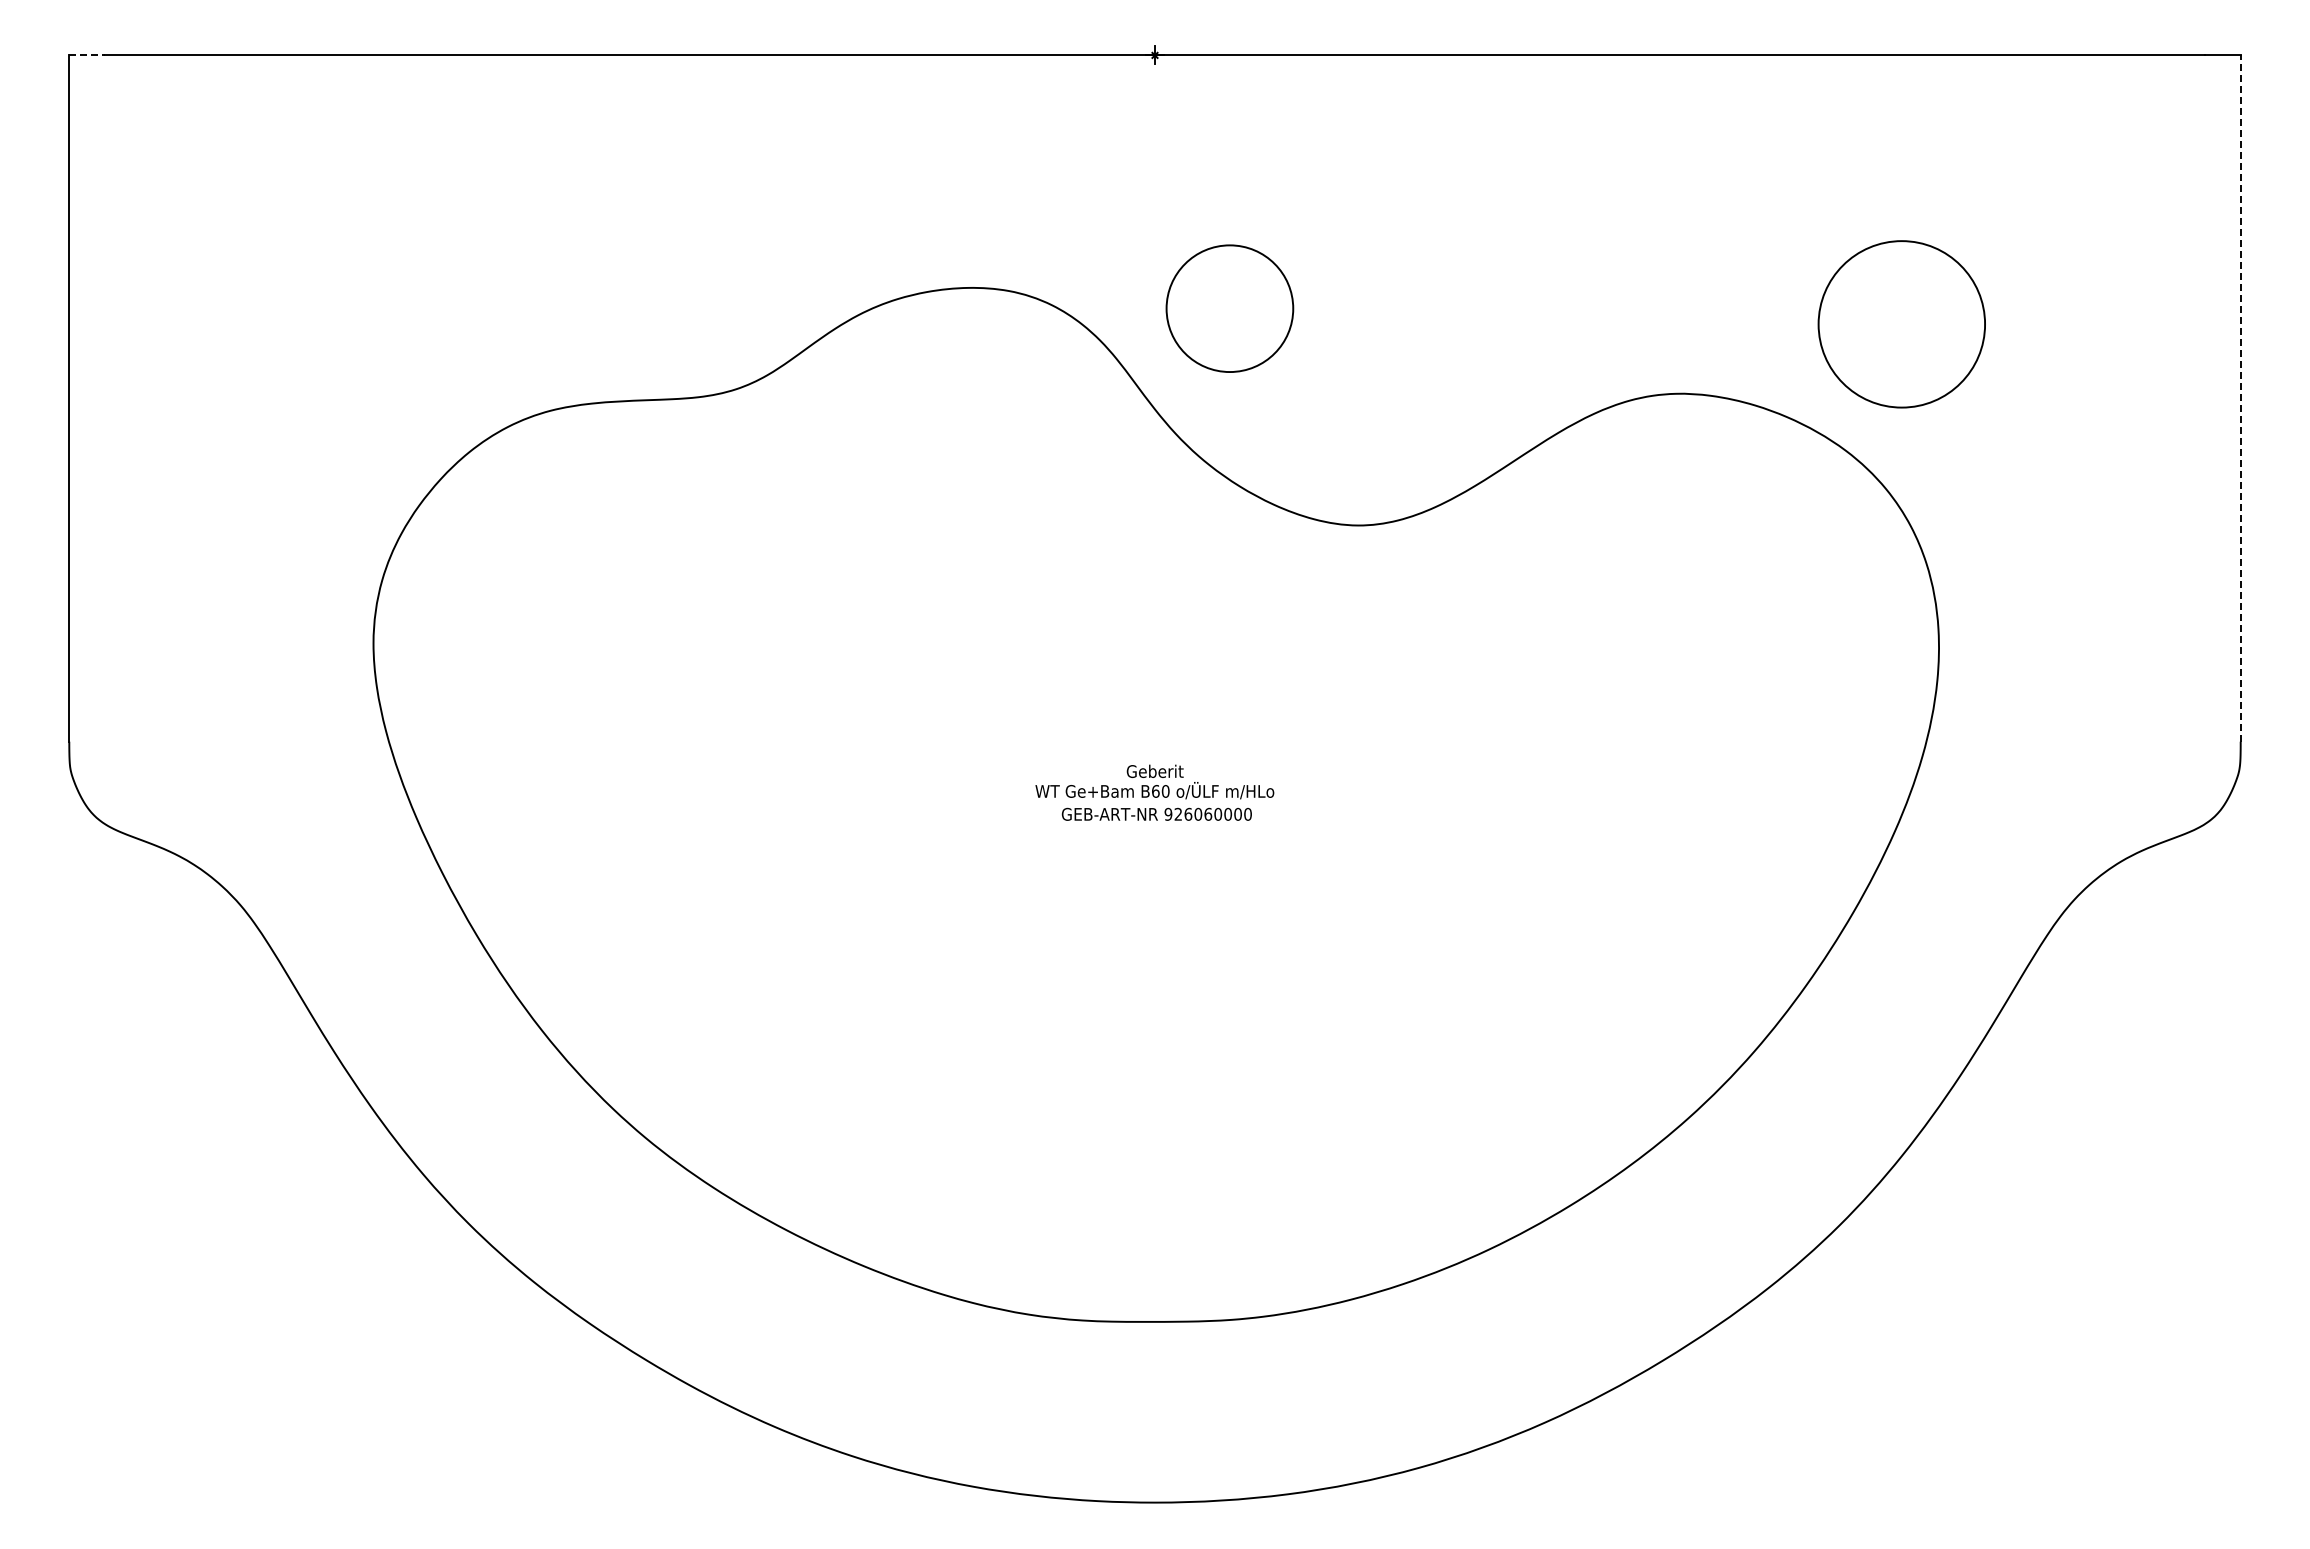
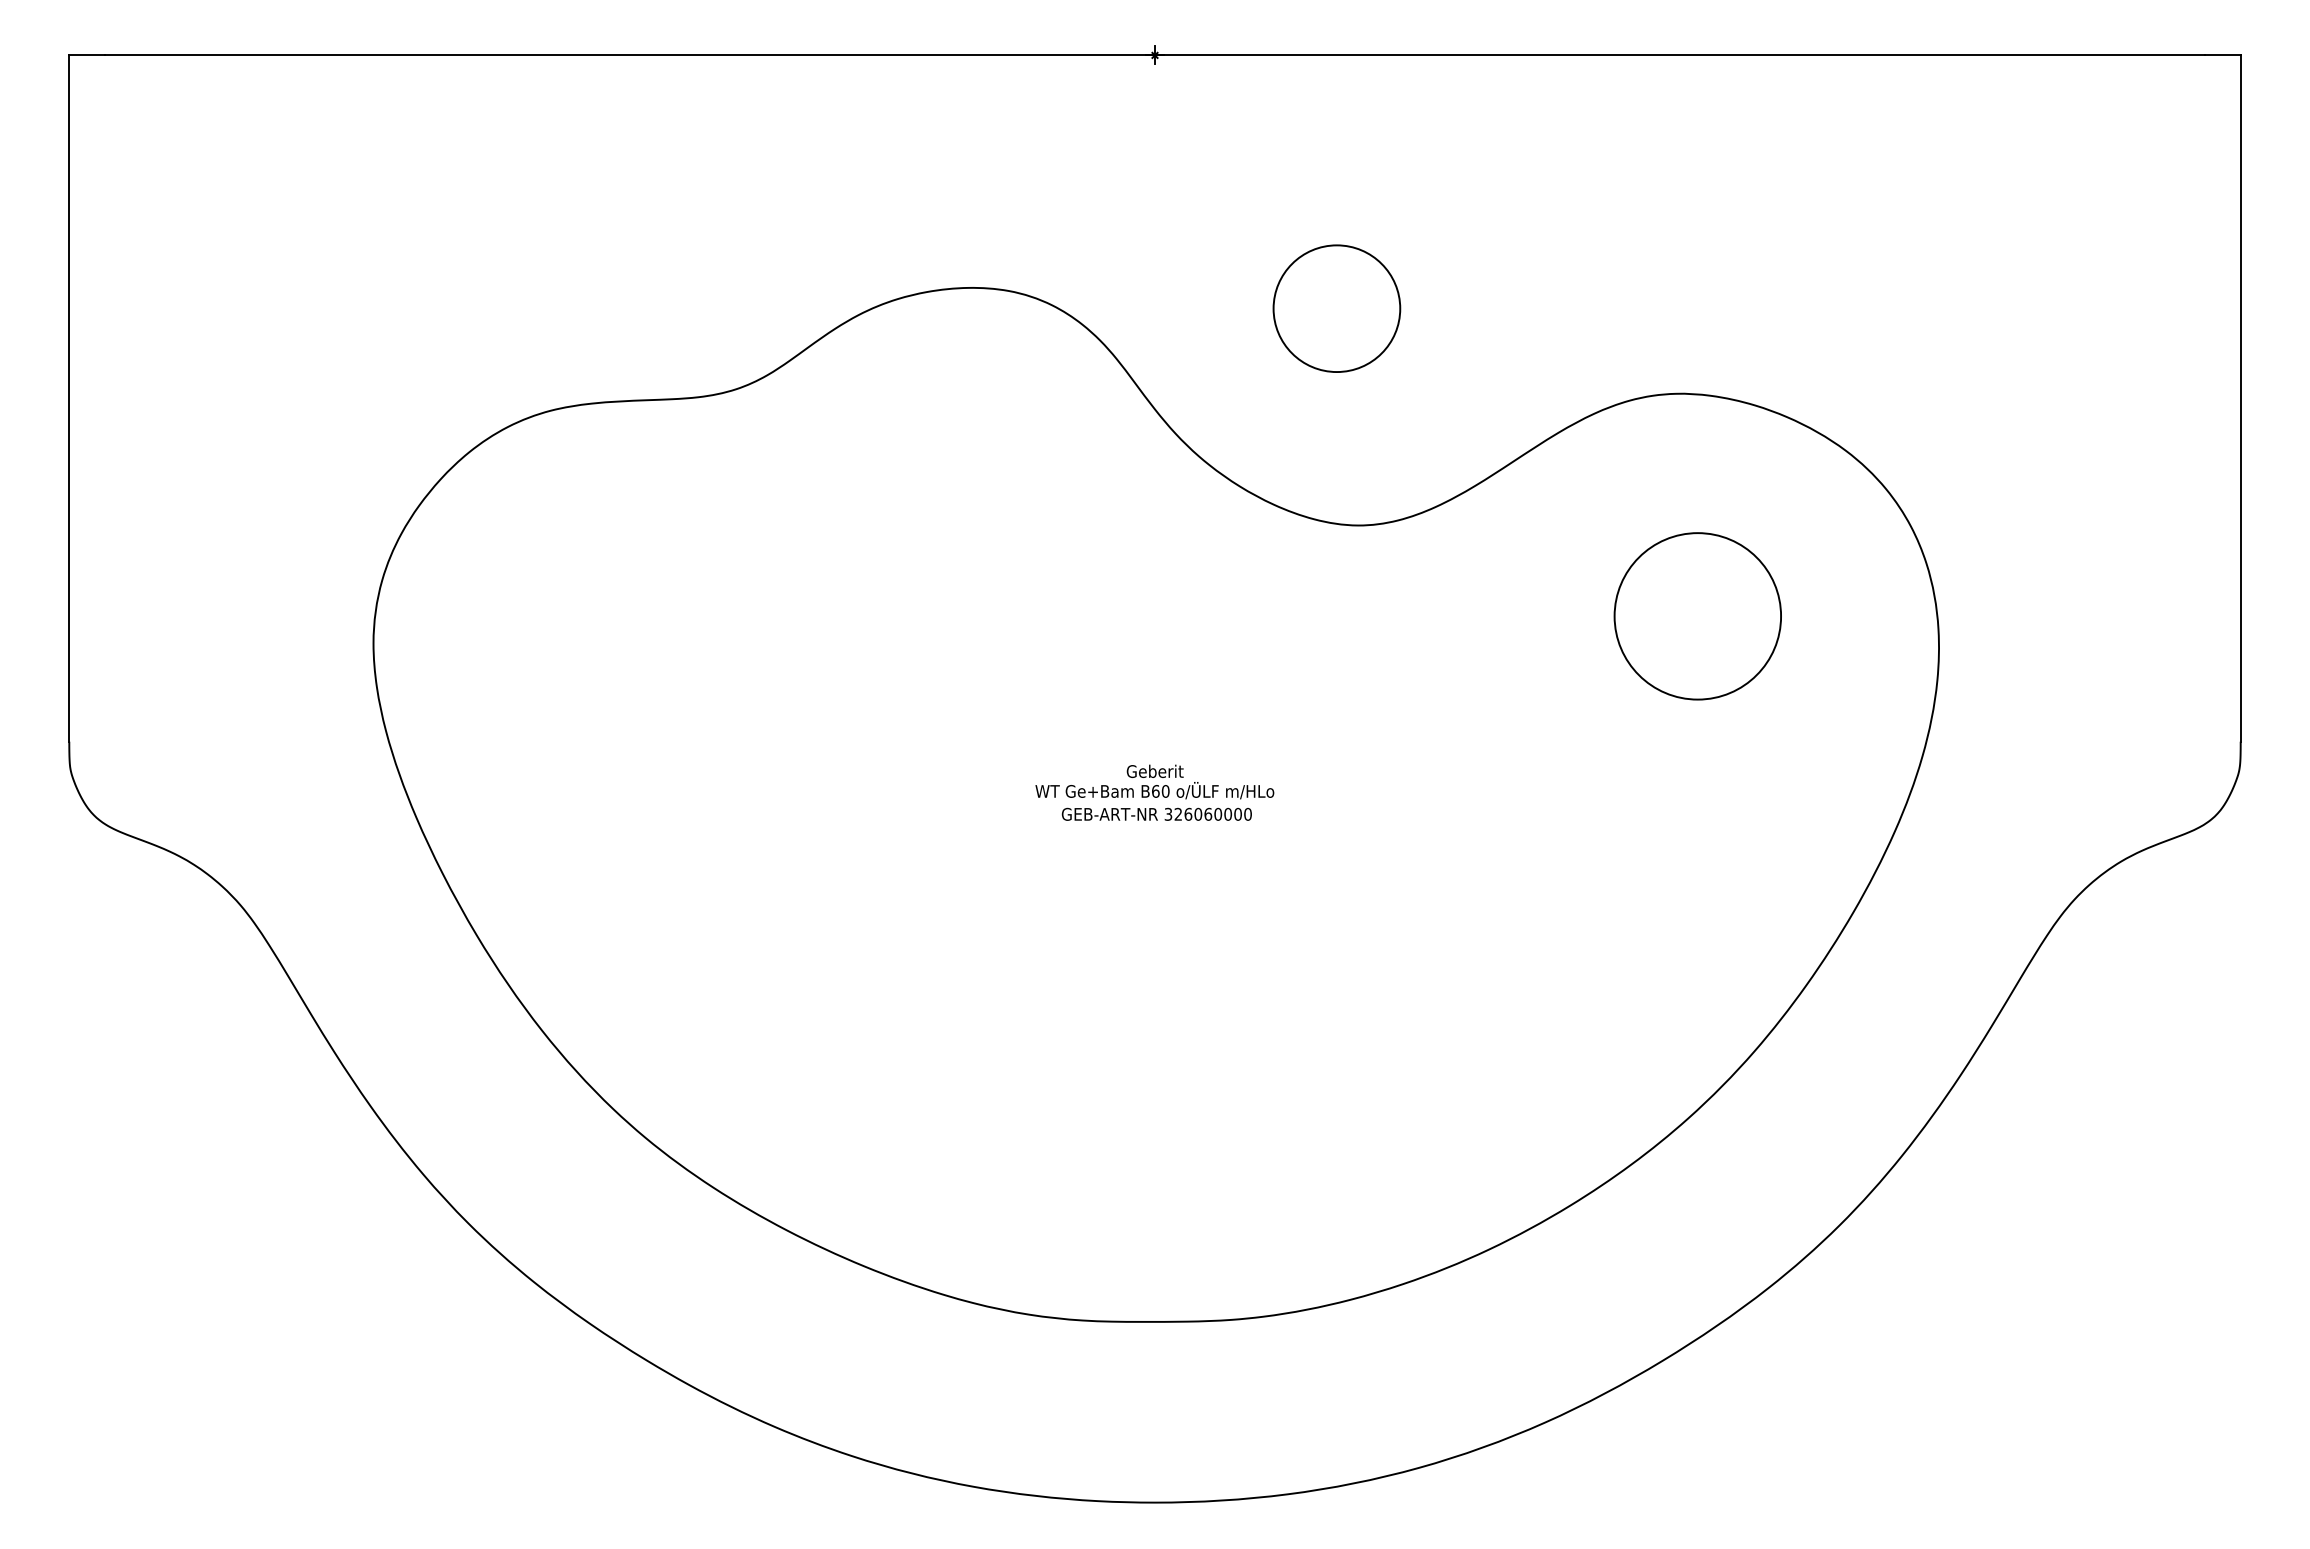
line at (87, 55): dashed -> solid
circle at (1229, 308) position: (1229, 308) -> (1336, 308)
circle at (1901, 324) position: (1901, 324) -> (1697, 616)
line at (2240, 398): dashed -> solid
text at (1168, 814): 926060000 -> 326060000
